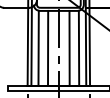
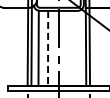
line at (48, 48): solid -> dashed
line at (69, 48): present -> none
line at (78, 48): present -> none
